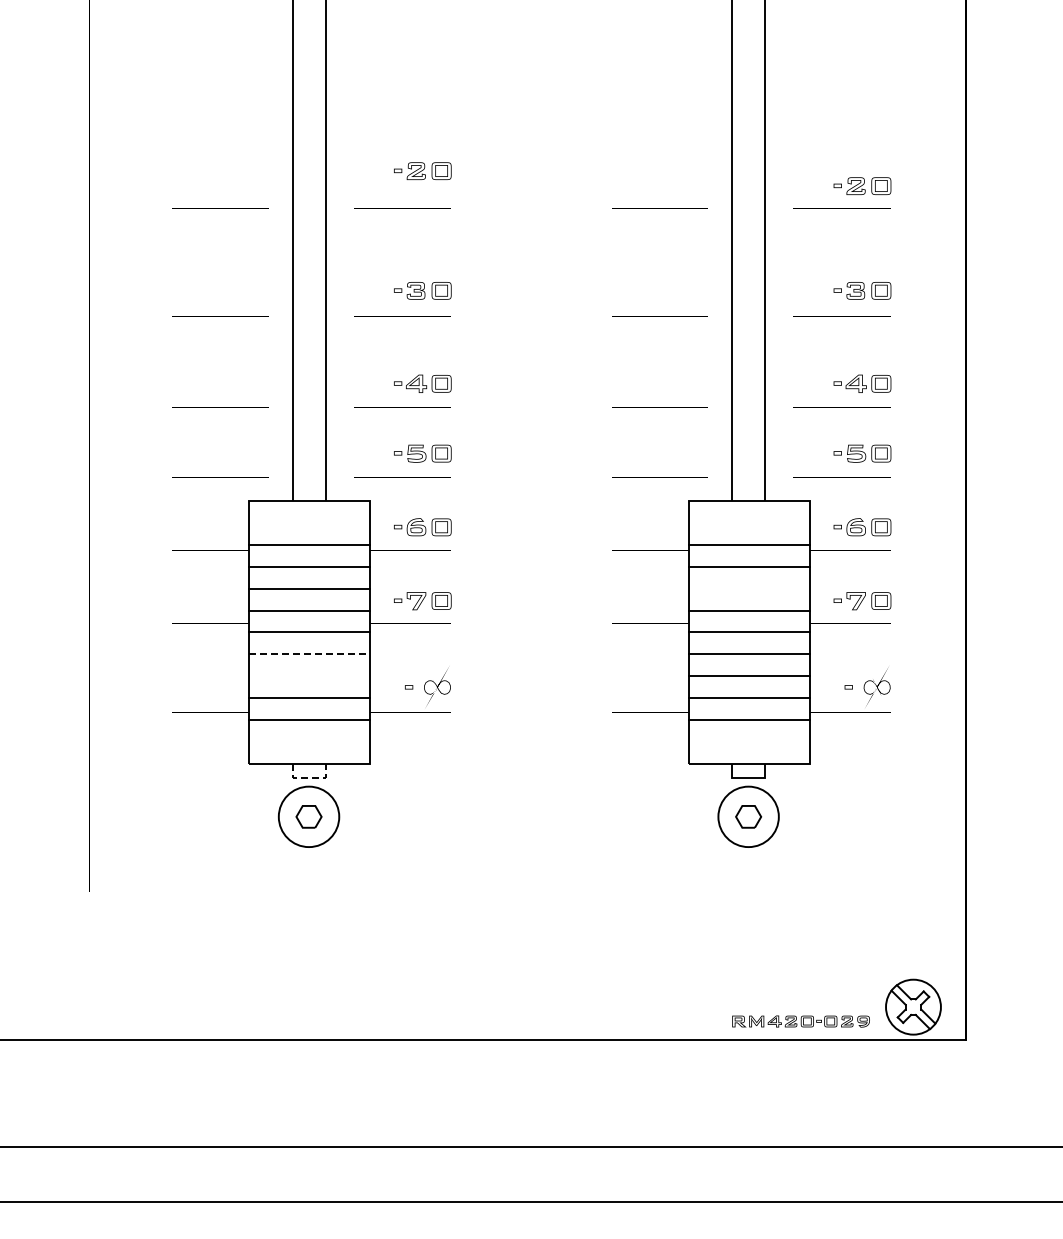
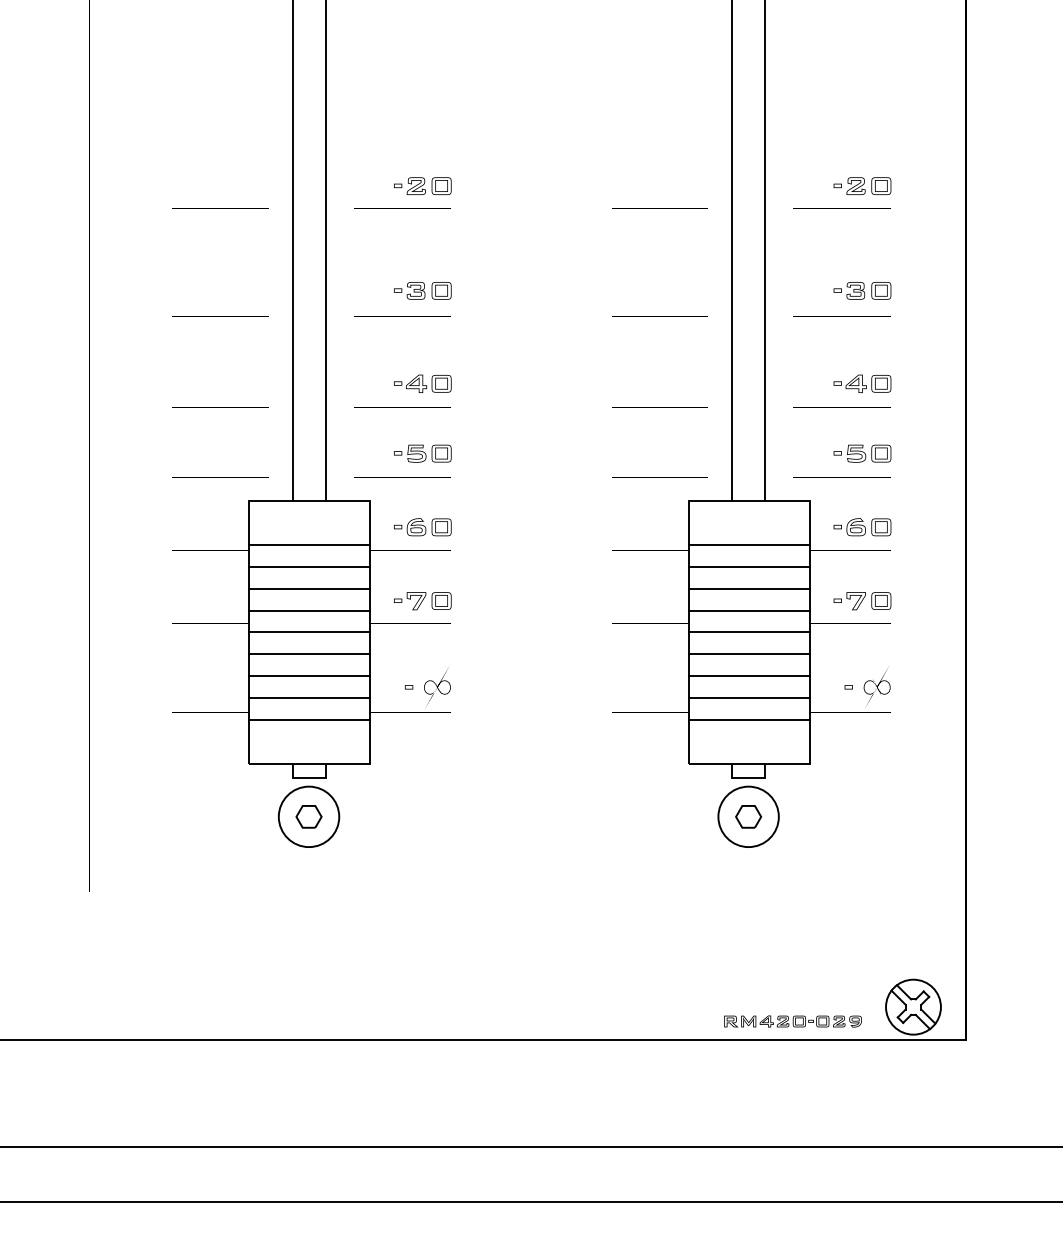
part at (422, 170) position: (422, 170) -> (422, 185)
line at (748, 588): none -> present
line at (309, 654): dashed -> solid
line at (309, 676): none -> present
line at (309, 778): dashed -> solid
part at (800, 1021) position: (800, 1021) -> (792, 1021)
